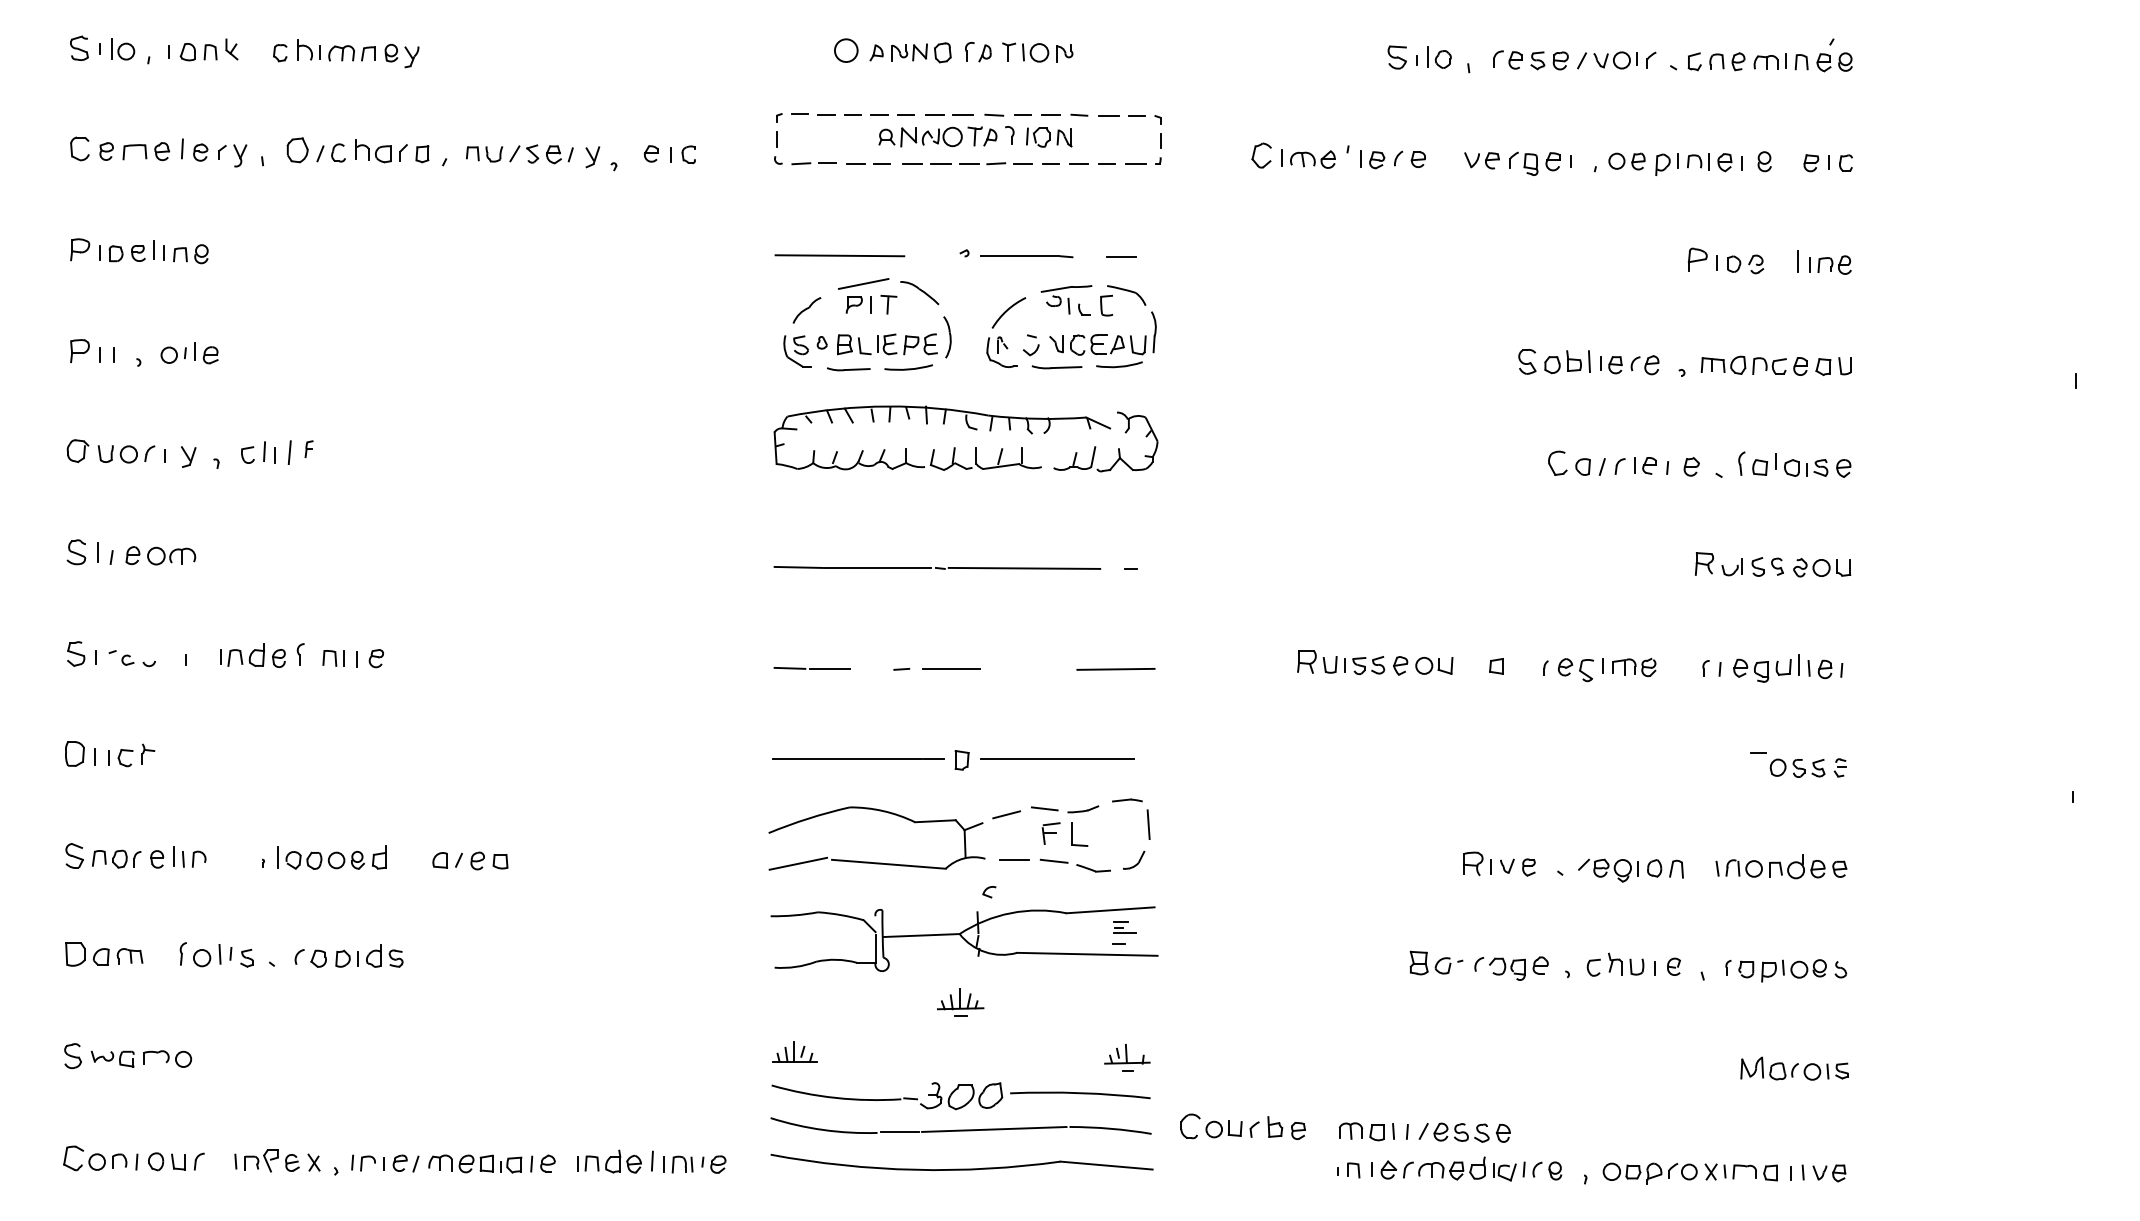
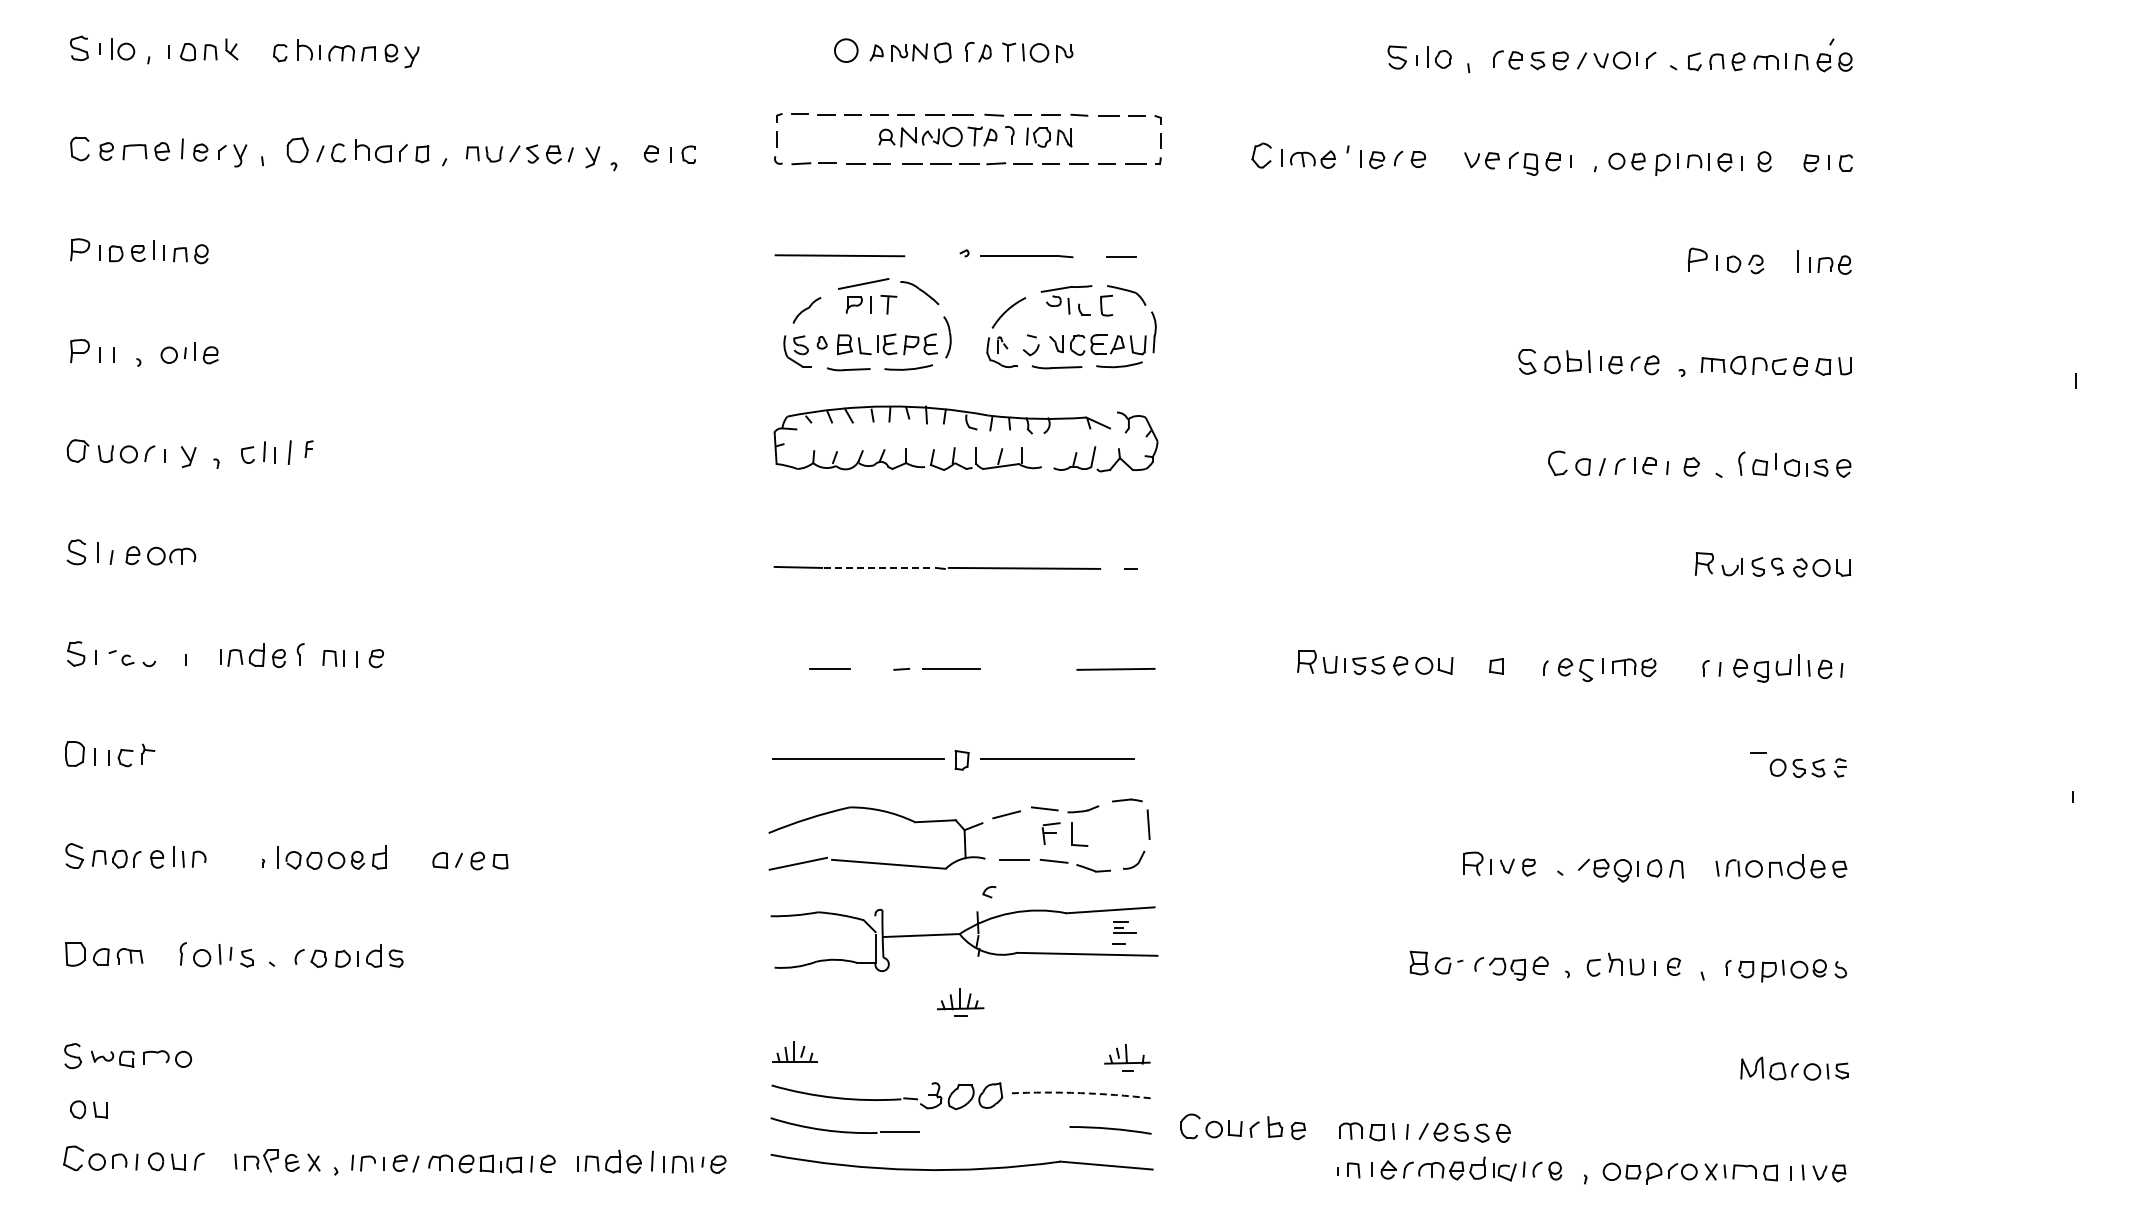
line at (878, 567): solid -> dashed
line at (789, 667): present -> none
arc at (1080, 1093): solid -> dashed
part at (88, 1109): none -> present
line at (994, 1129): present -> none
